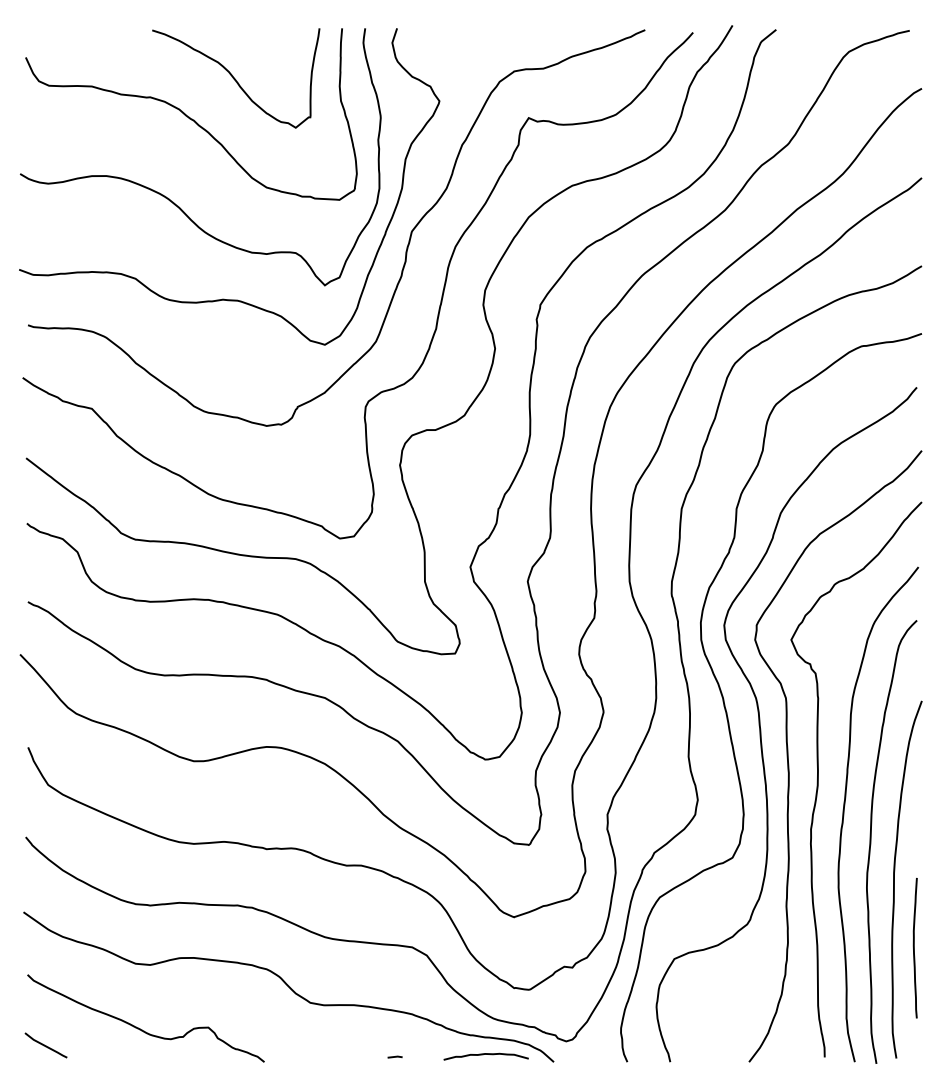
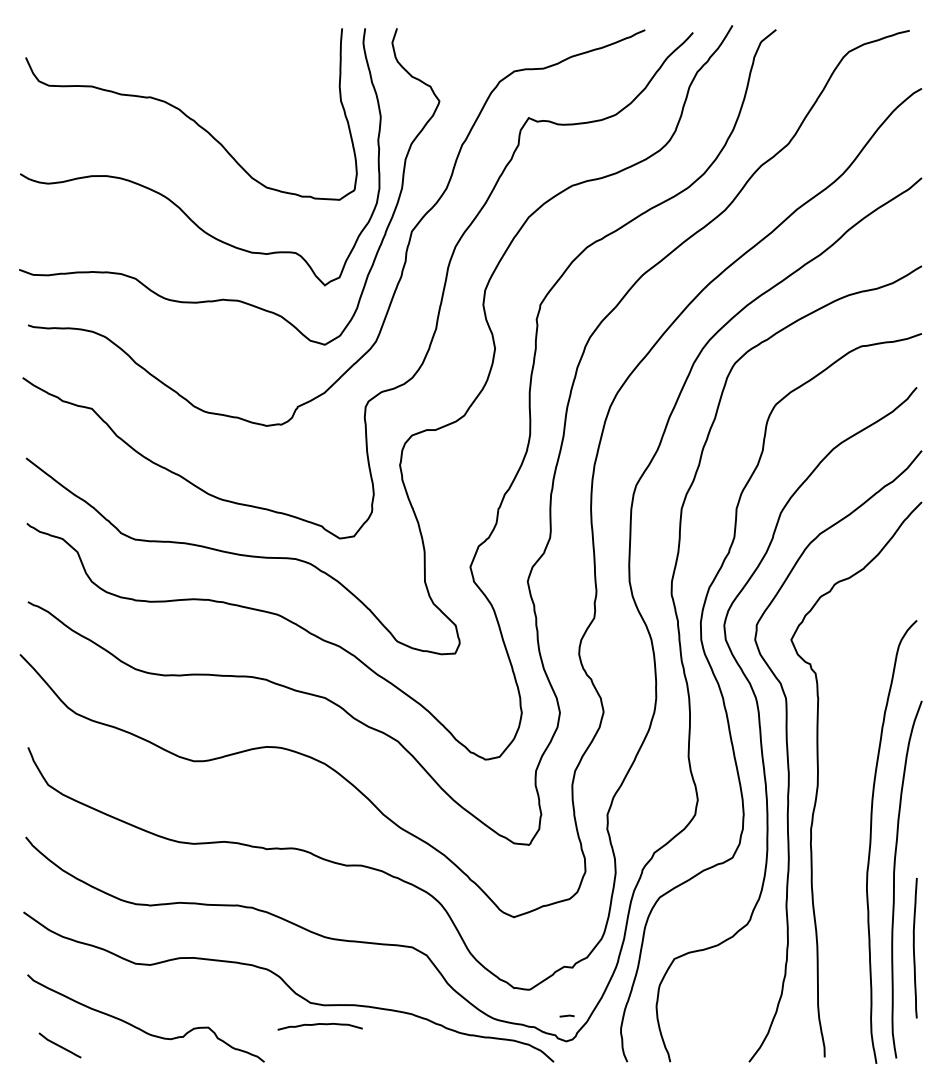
curve at (235, 78): present -> none
curve at (844, 814): present -> none
line at (45, 1045) position: (45, 1045) -> (59, 1045)
curve at (485, 1054) position: (485, 1054) -> (319, 1024)
line at (394, 1056) position: (394, 1056) -> (566, 1015)
